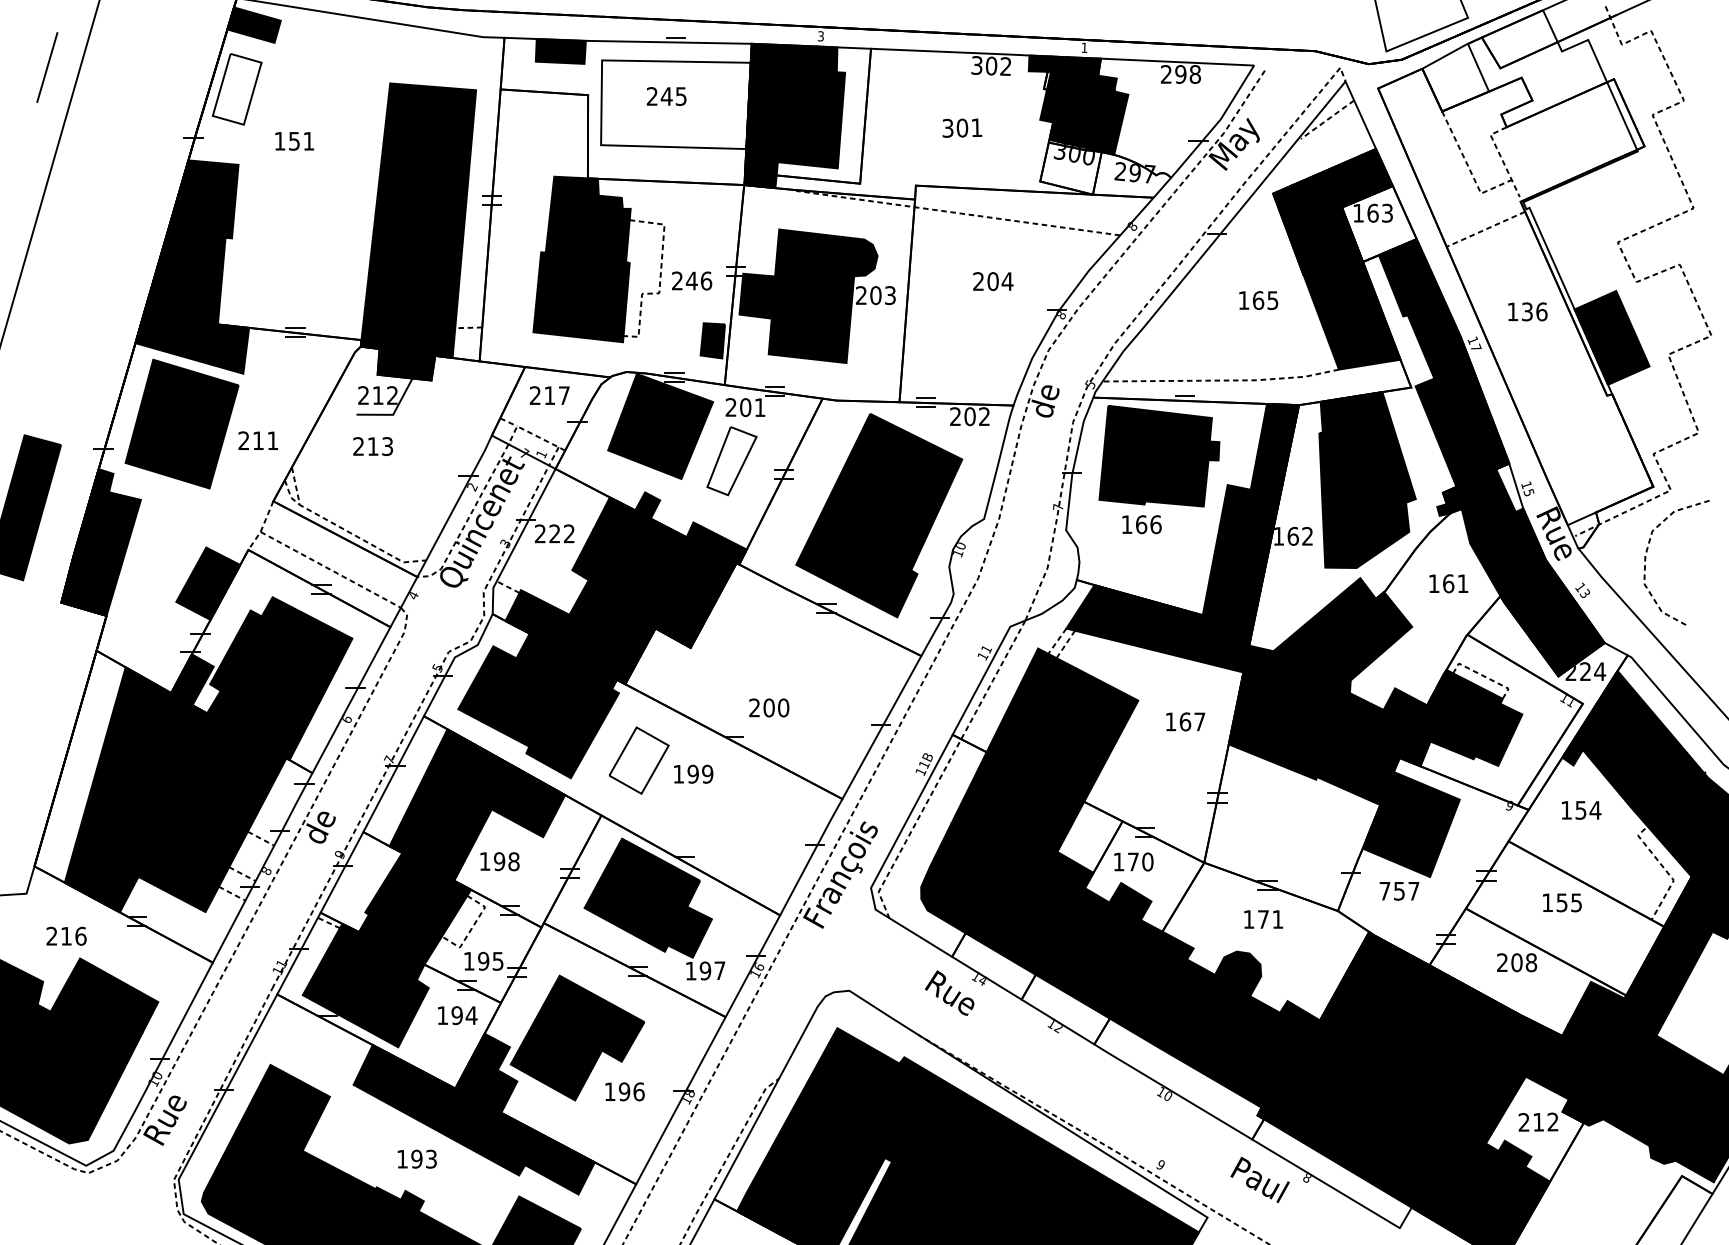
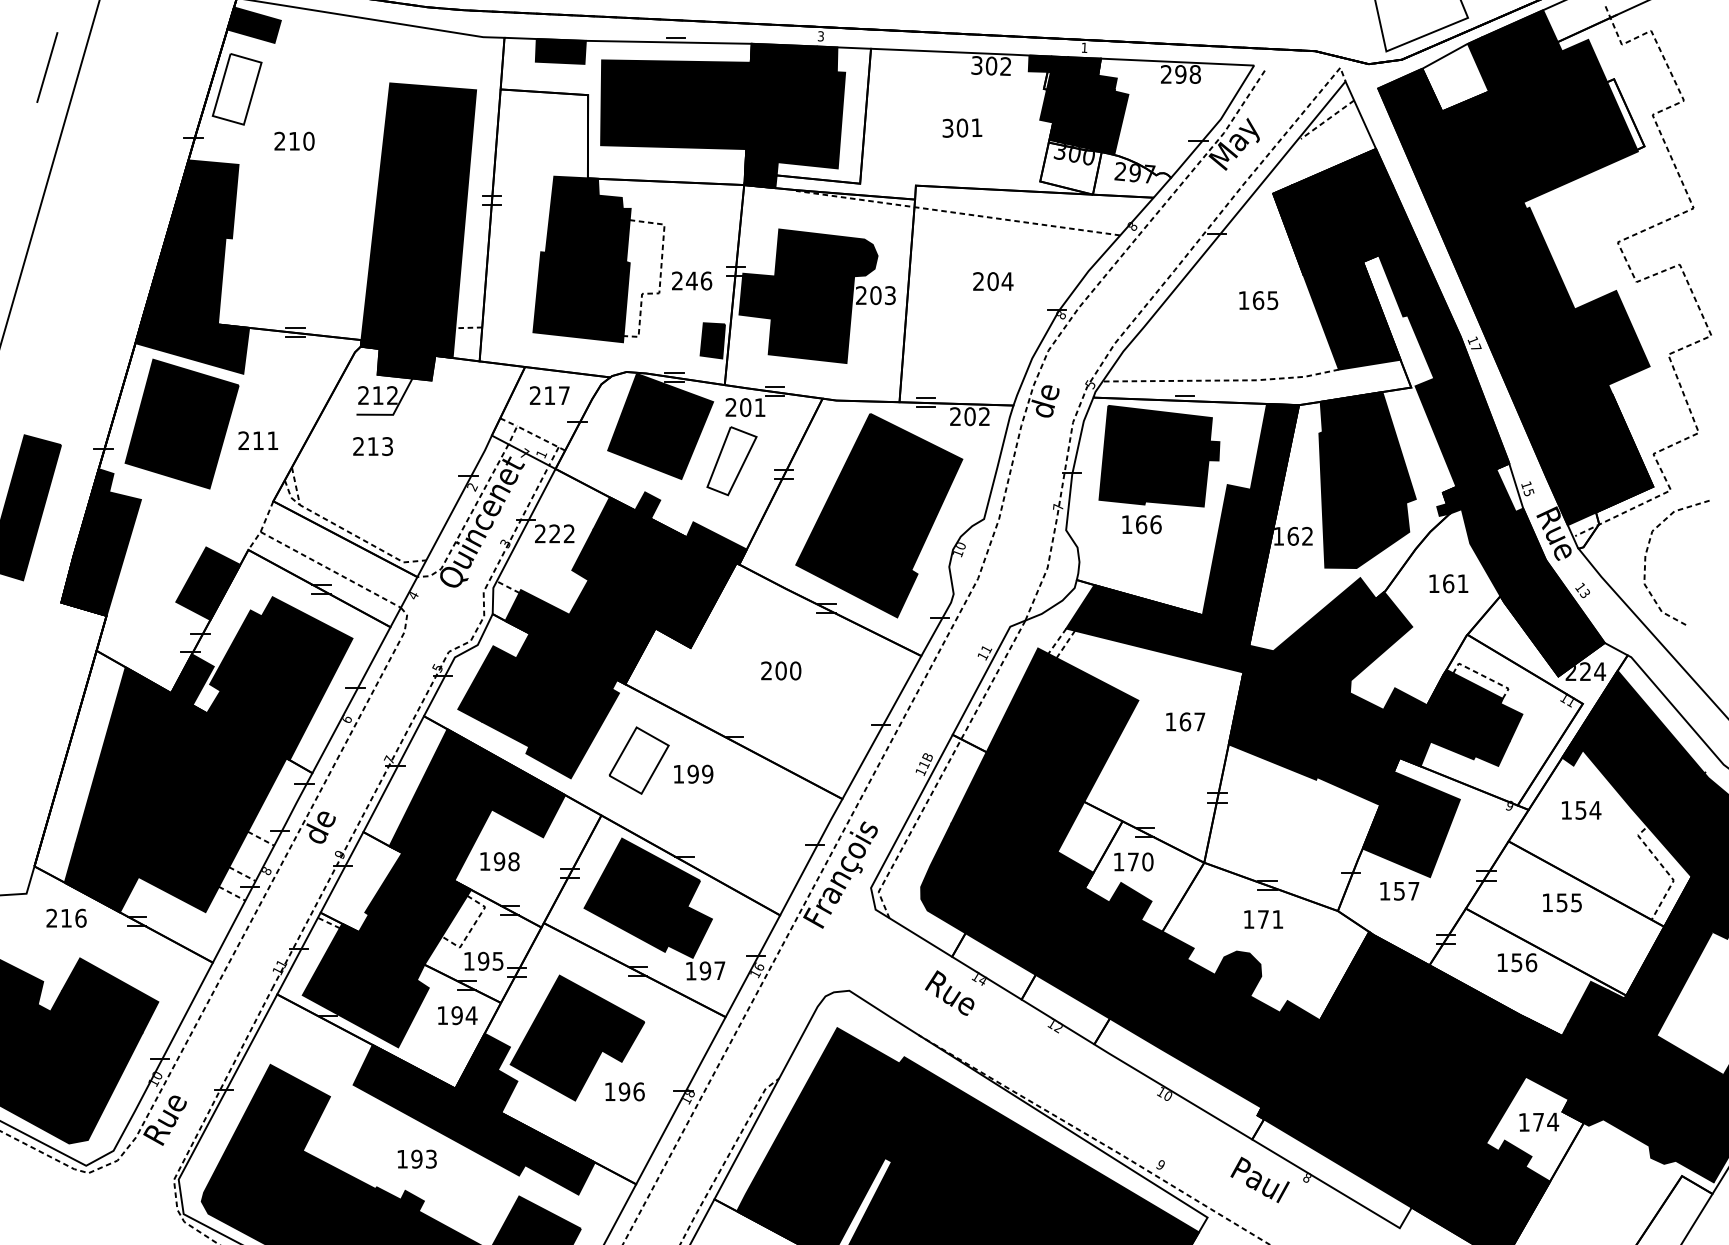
fill at (675, 104): none -> present
text at (294, 140): 151 -> 210
fill at (1378, 223): none -> present
fill at (1515, 267): none -> present
text at (769, 707) position: (769, 707) -> (781, 670)
text at (1384, 891): 757 -> 157
text at (66, 935) position: (66, 935) -> (66, 917)
text at (1517, 962): 208 -> 156
text at (1538, 1121): 212 -> 174
